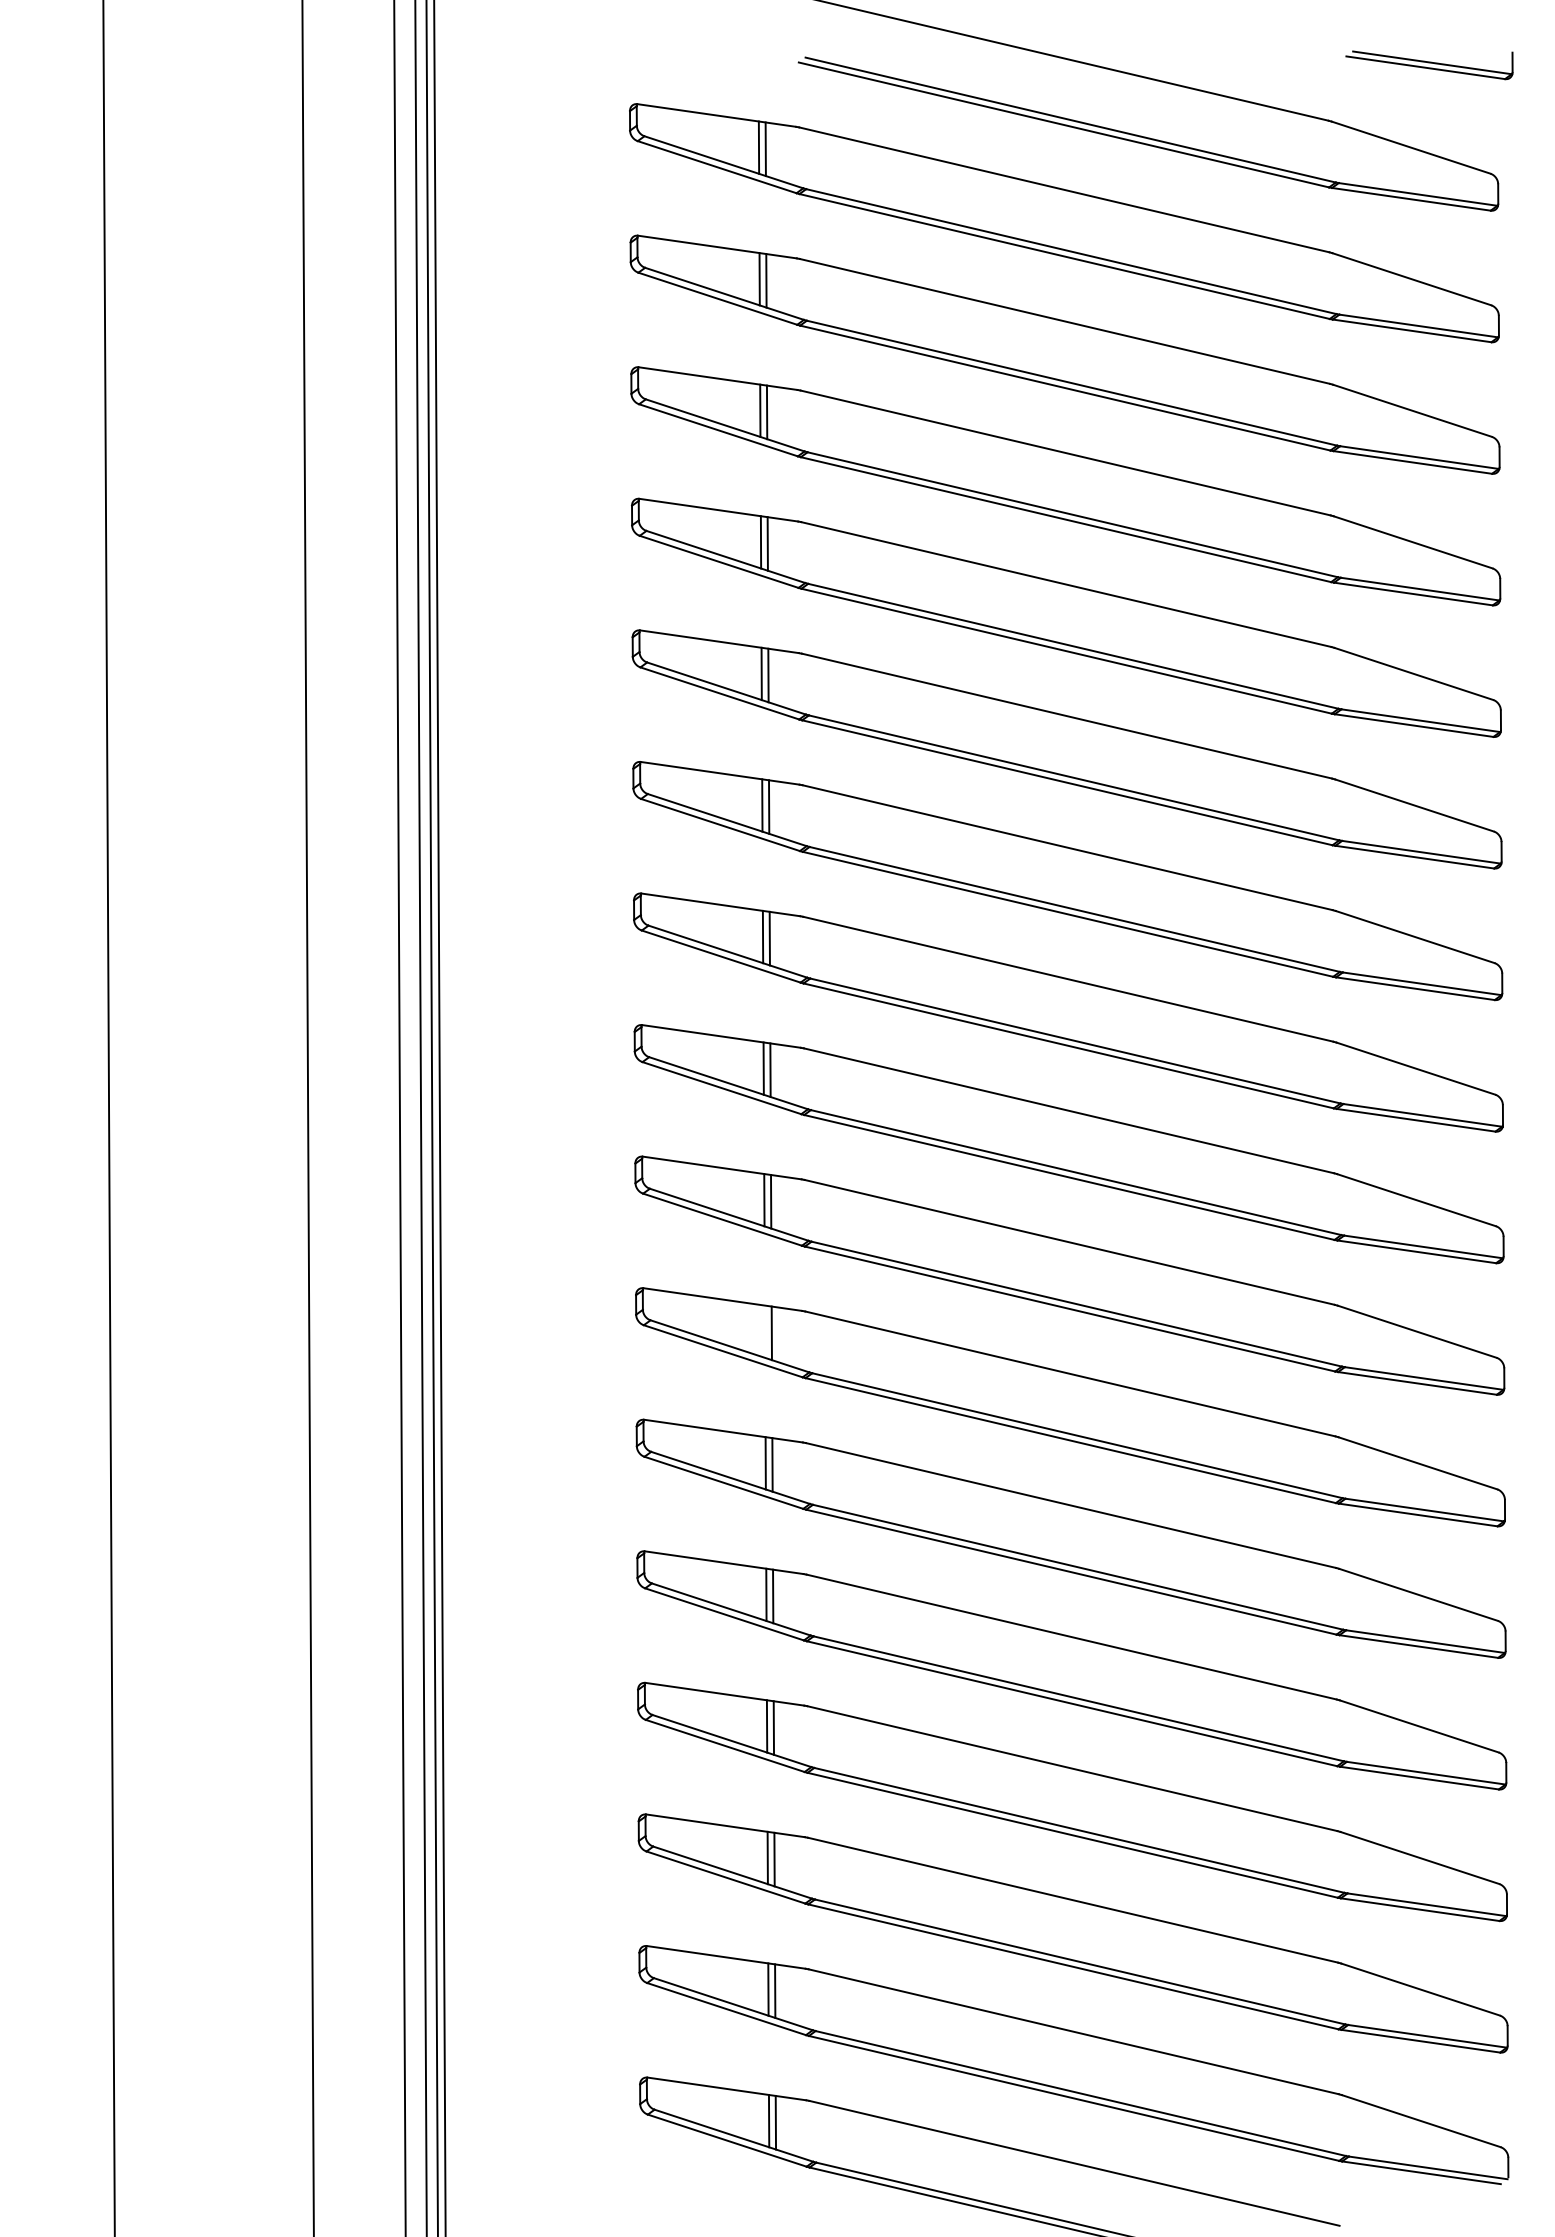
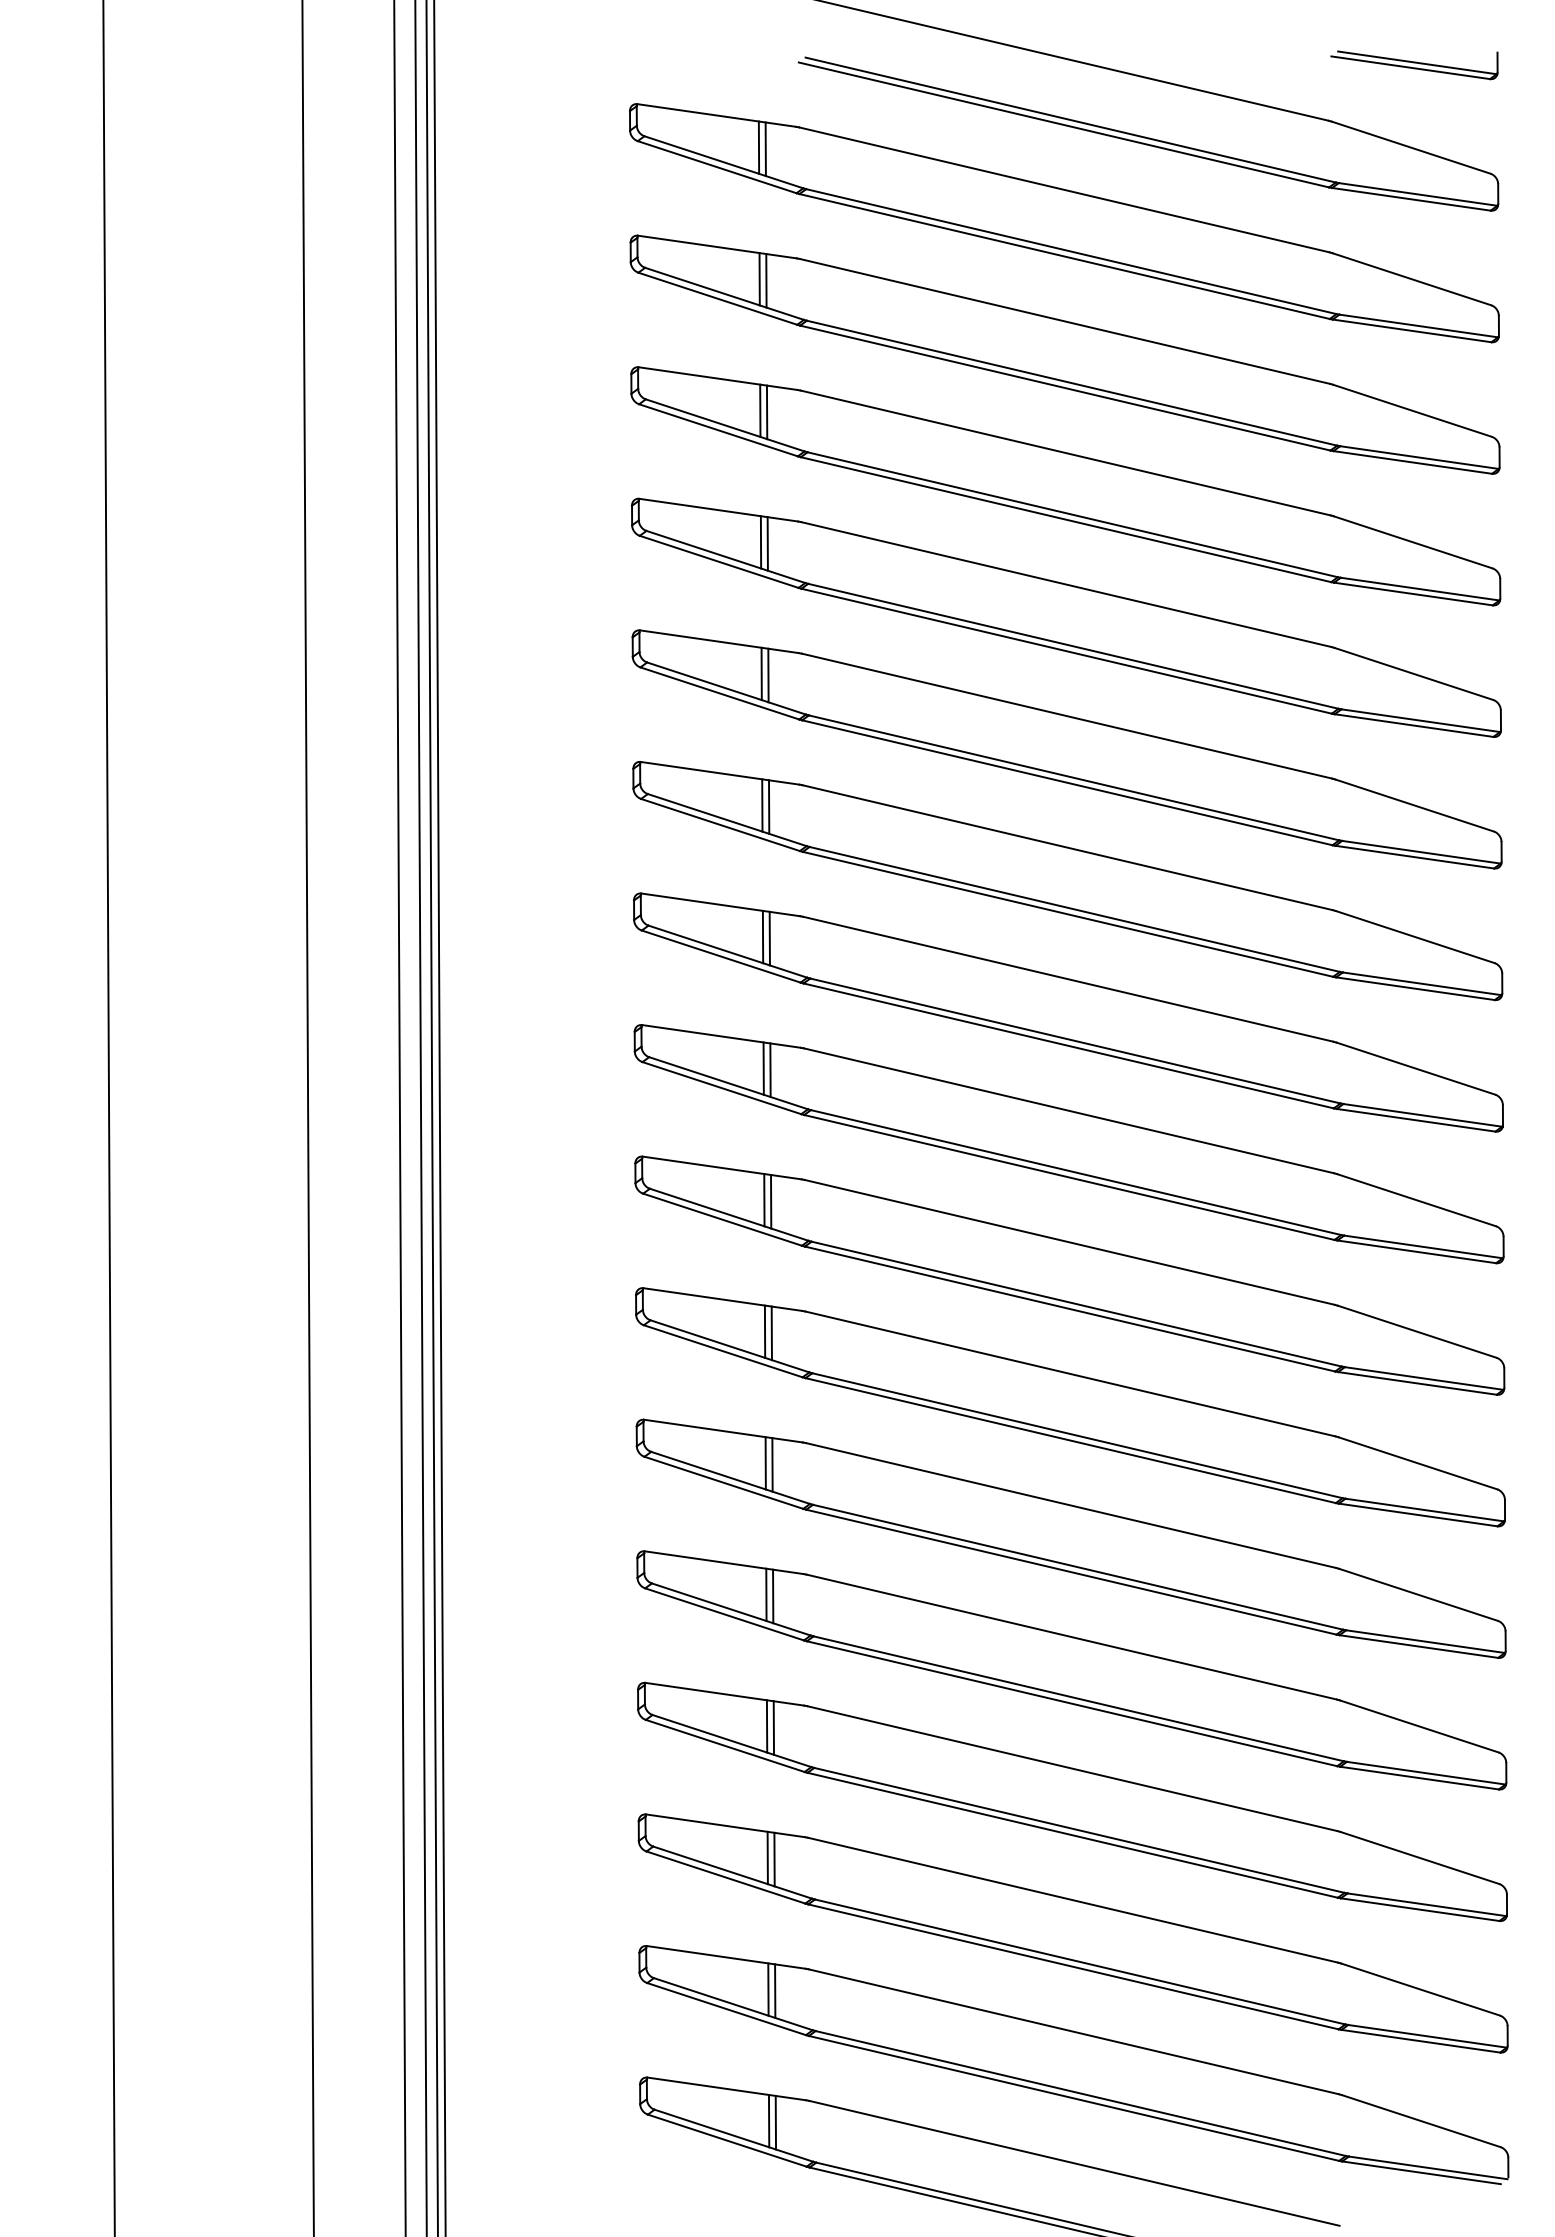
part at (1429, 65) position: (1429, 65) -> (1414, 65)
line at (764, 1331): none -> present
